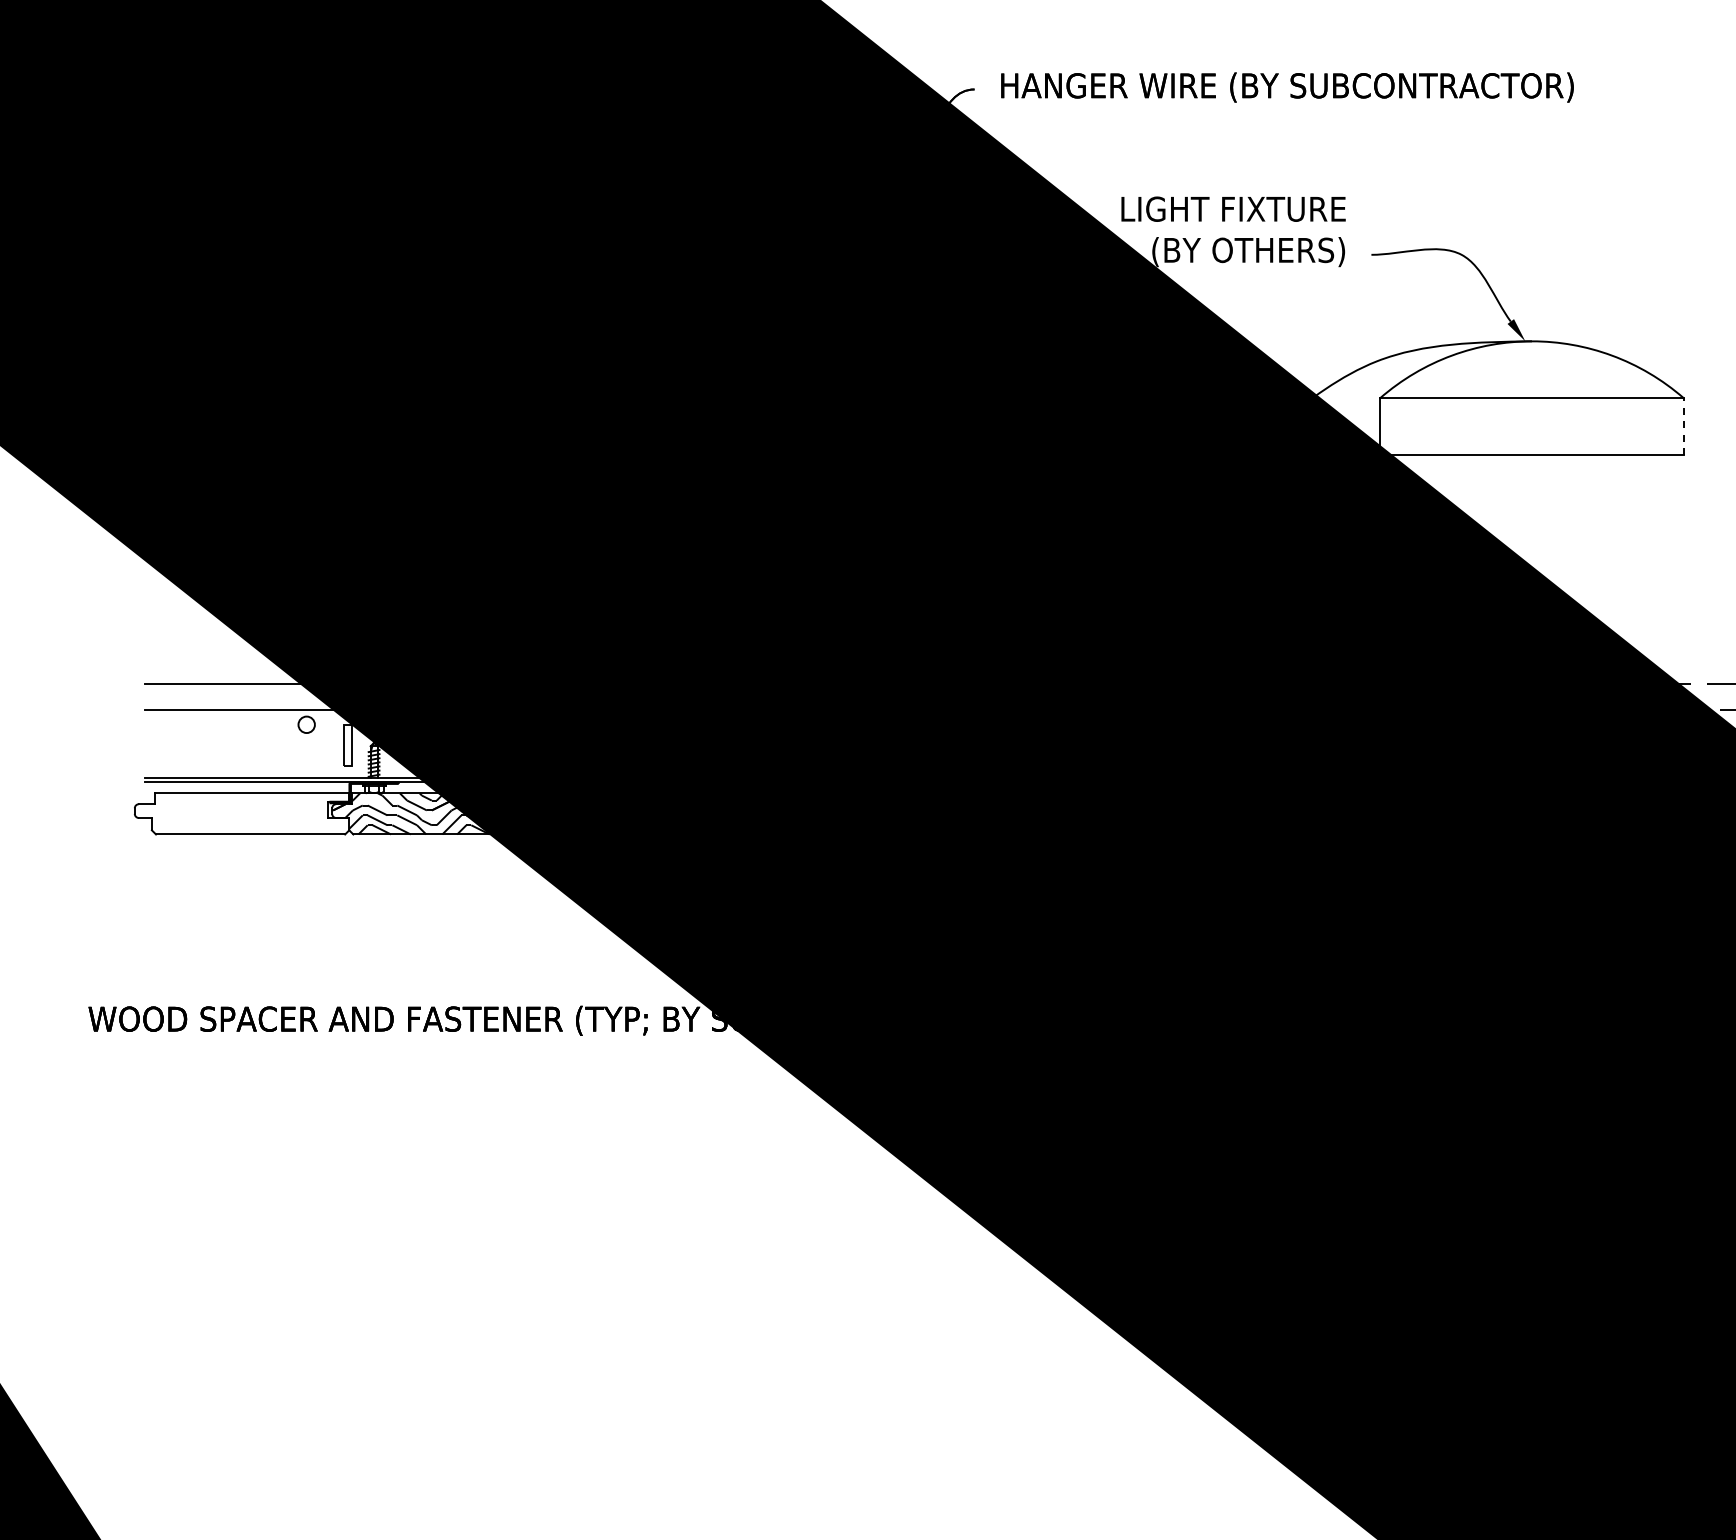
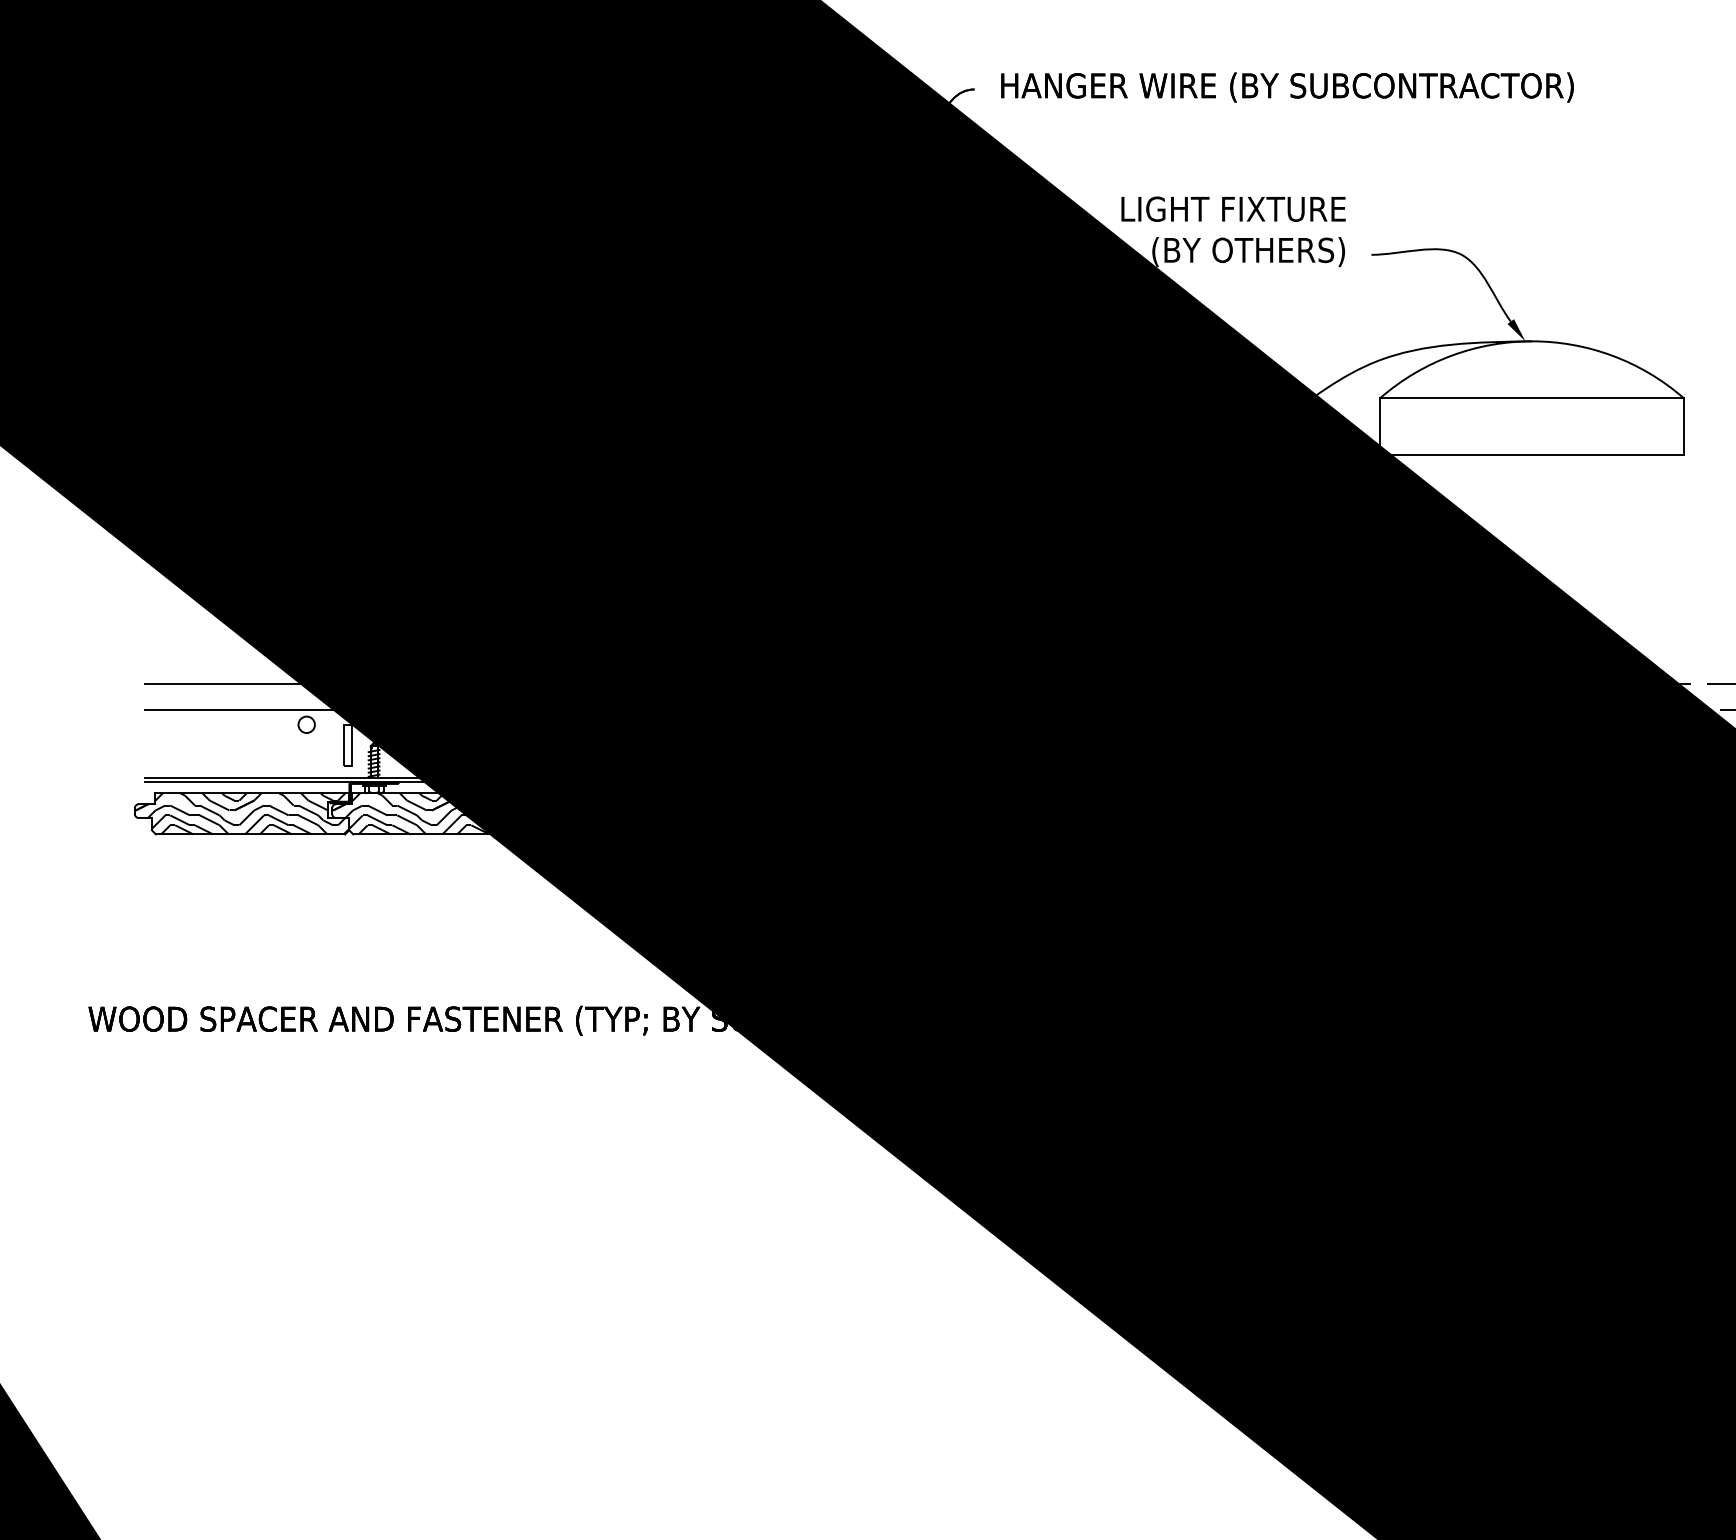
line at (1683, 426): dashed -> solid
hatch at (241, 813): none -> present
